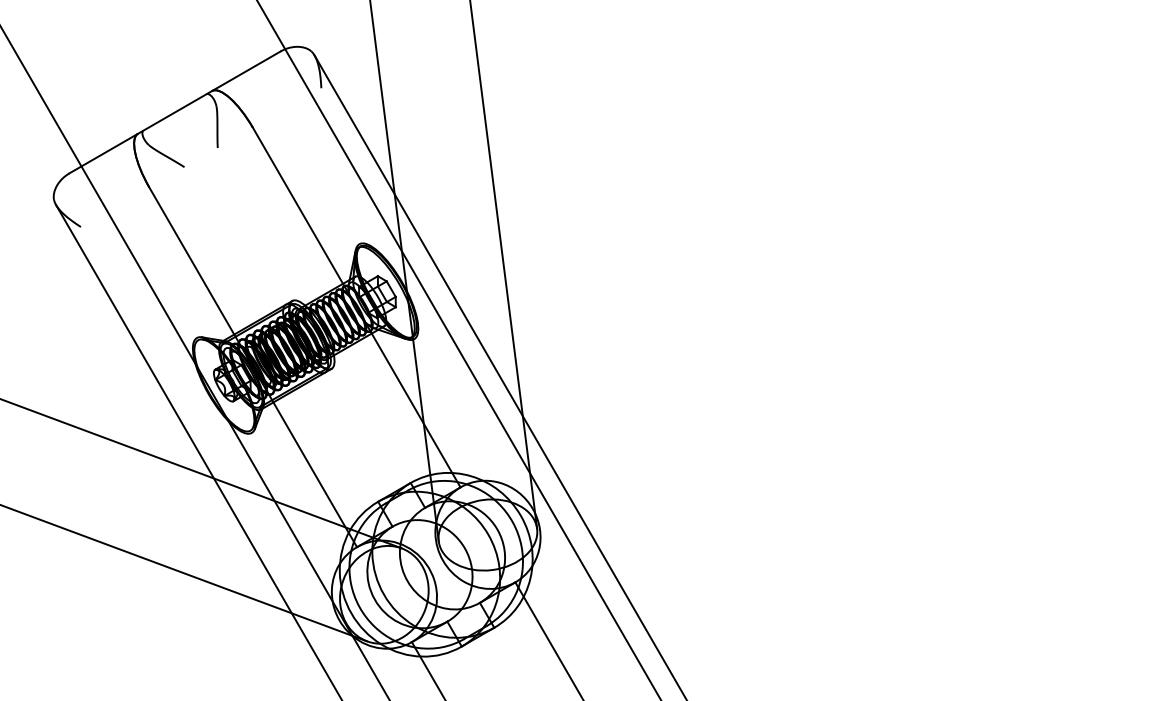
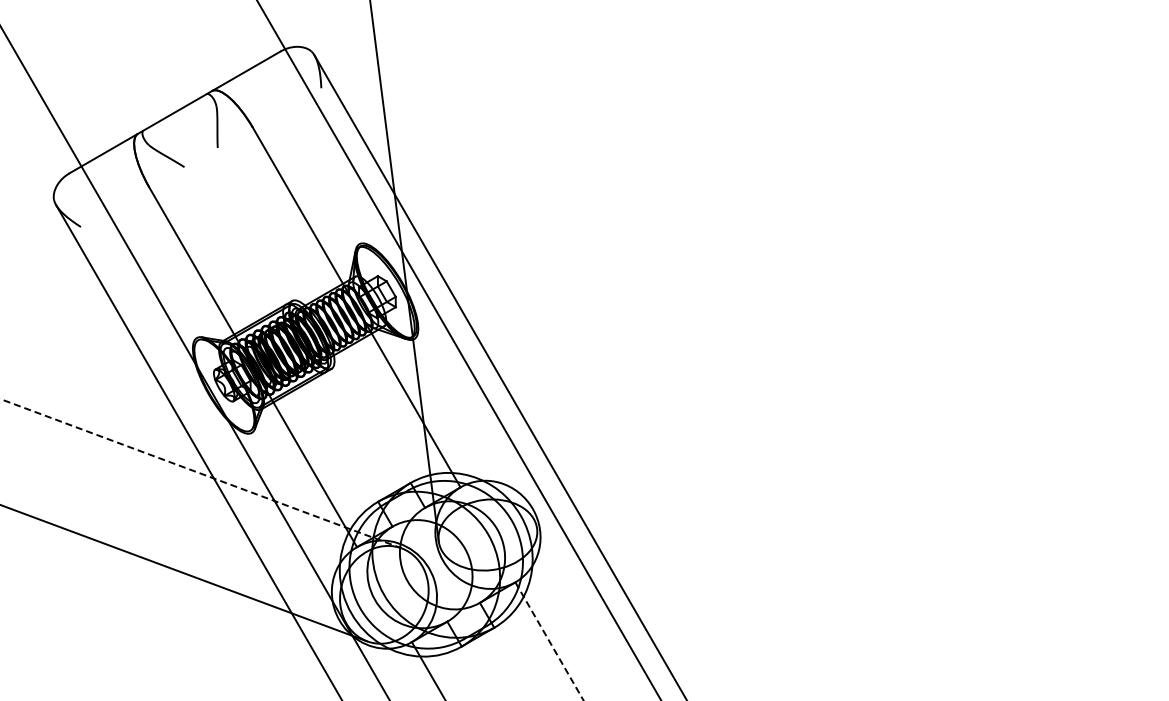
line at (503, 265): present -> none
line at (201, 473): solid -> dashed
line at (549, 642): solid -> dashed
